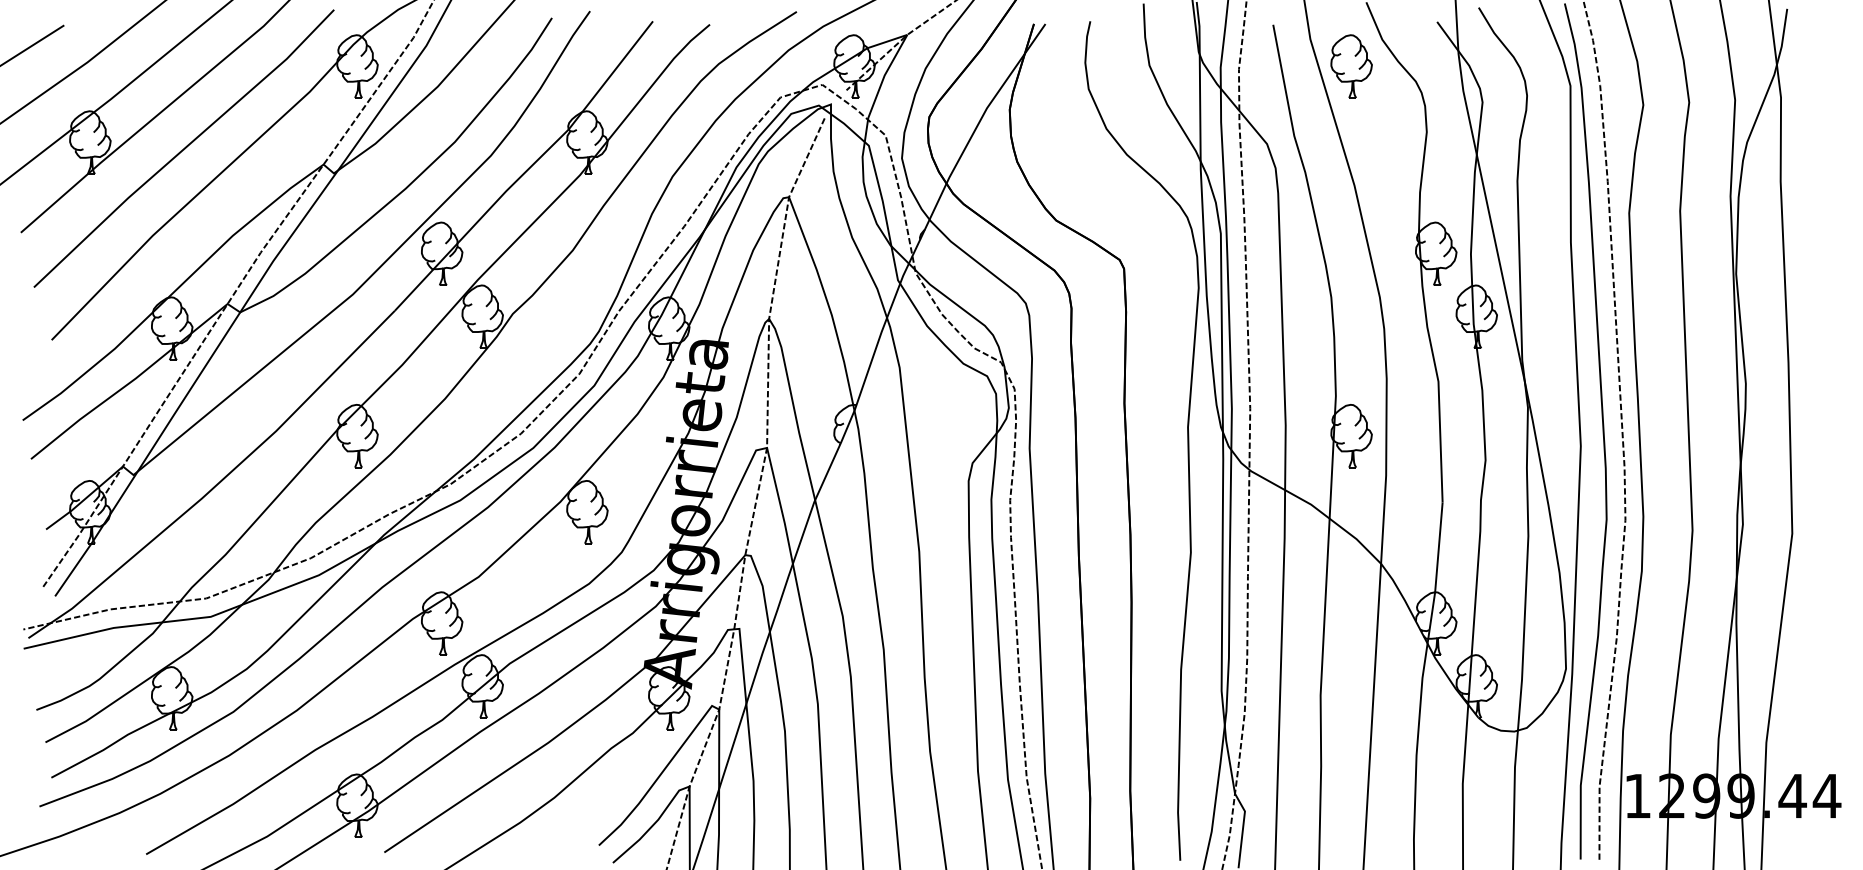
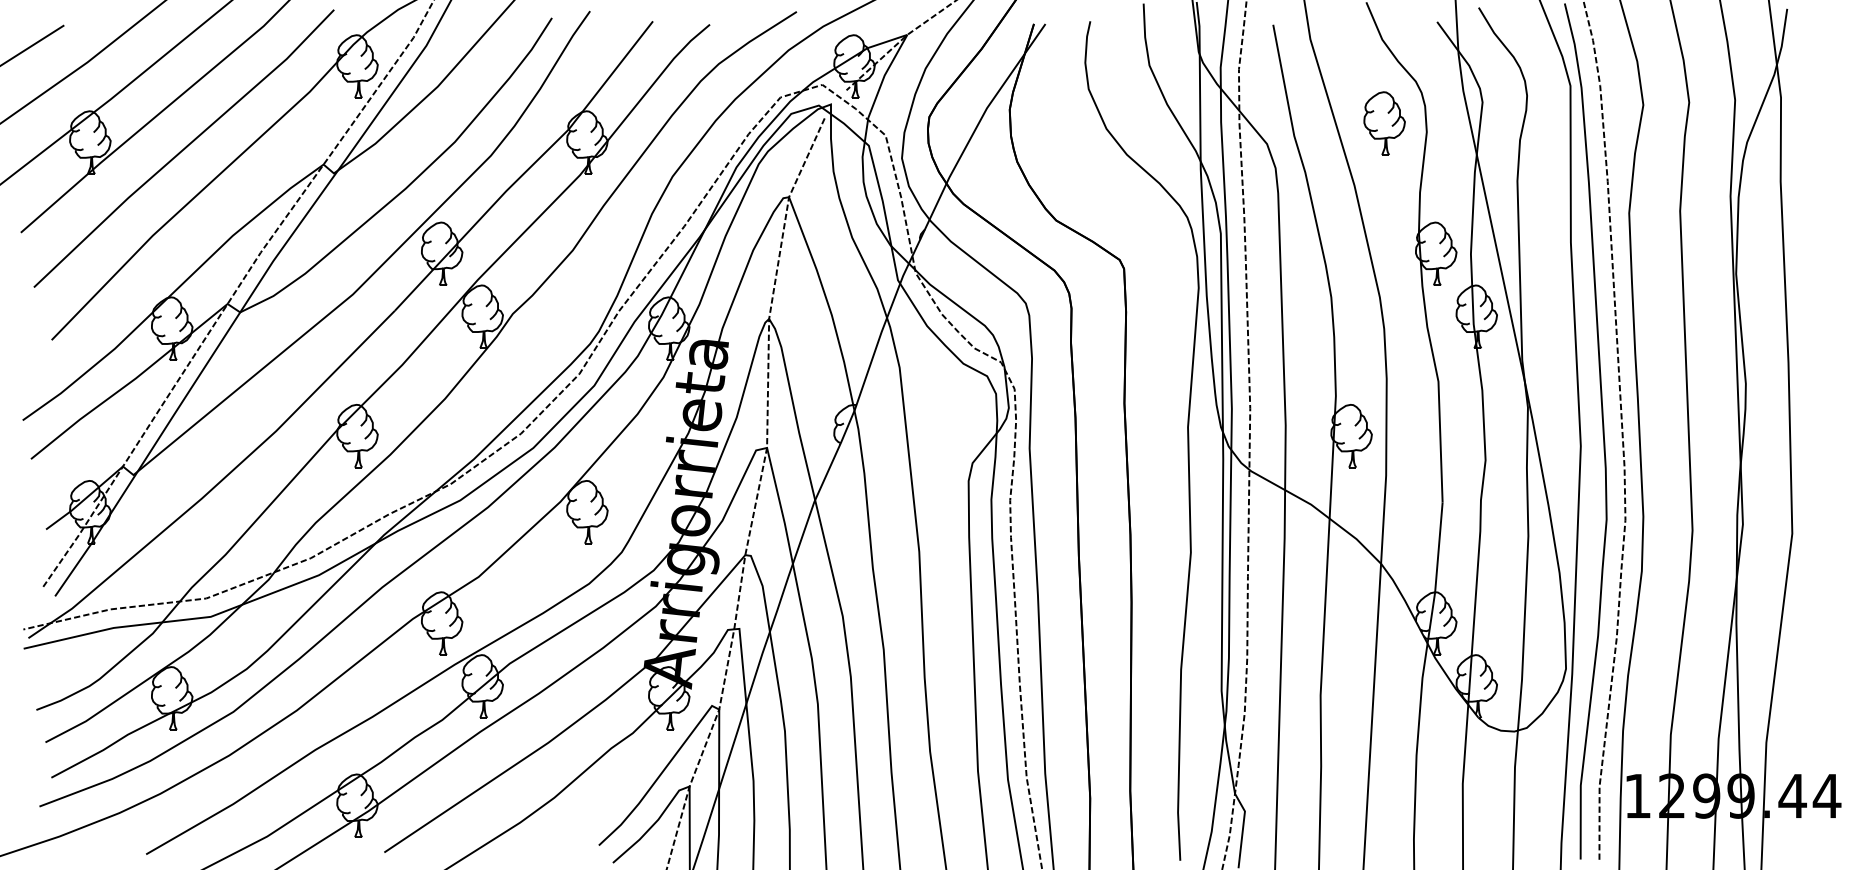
part at (1351, 66) position: (1351, 66) -> (1384, 123)
